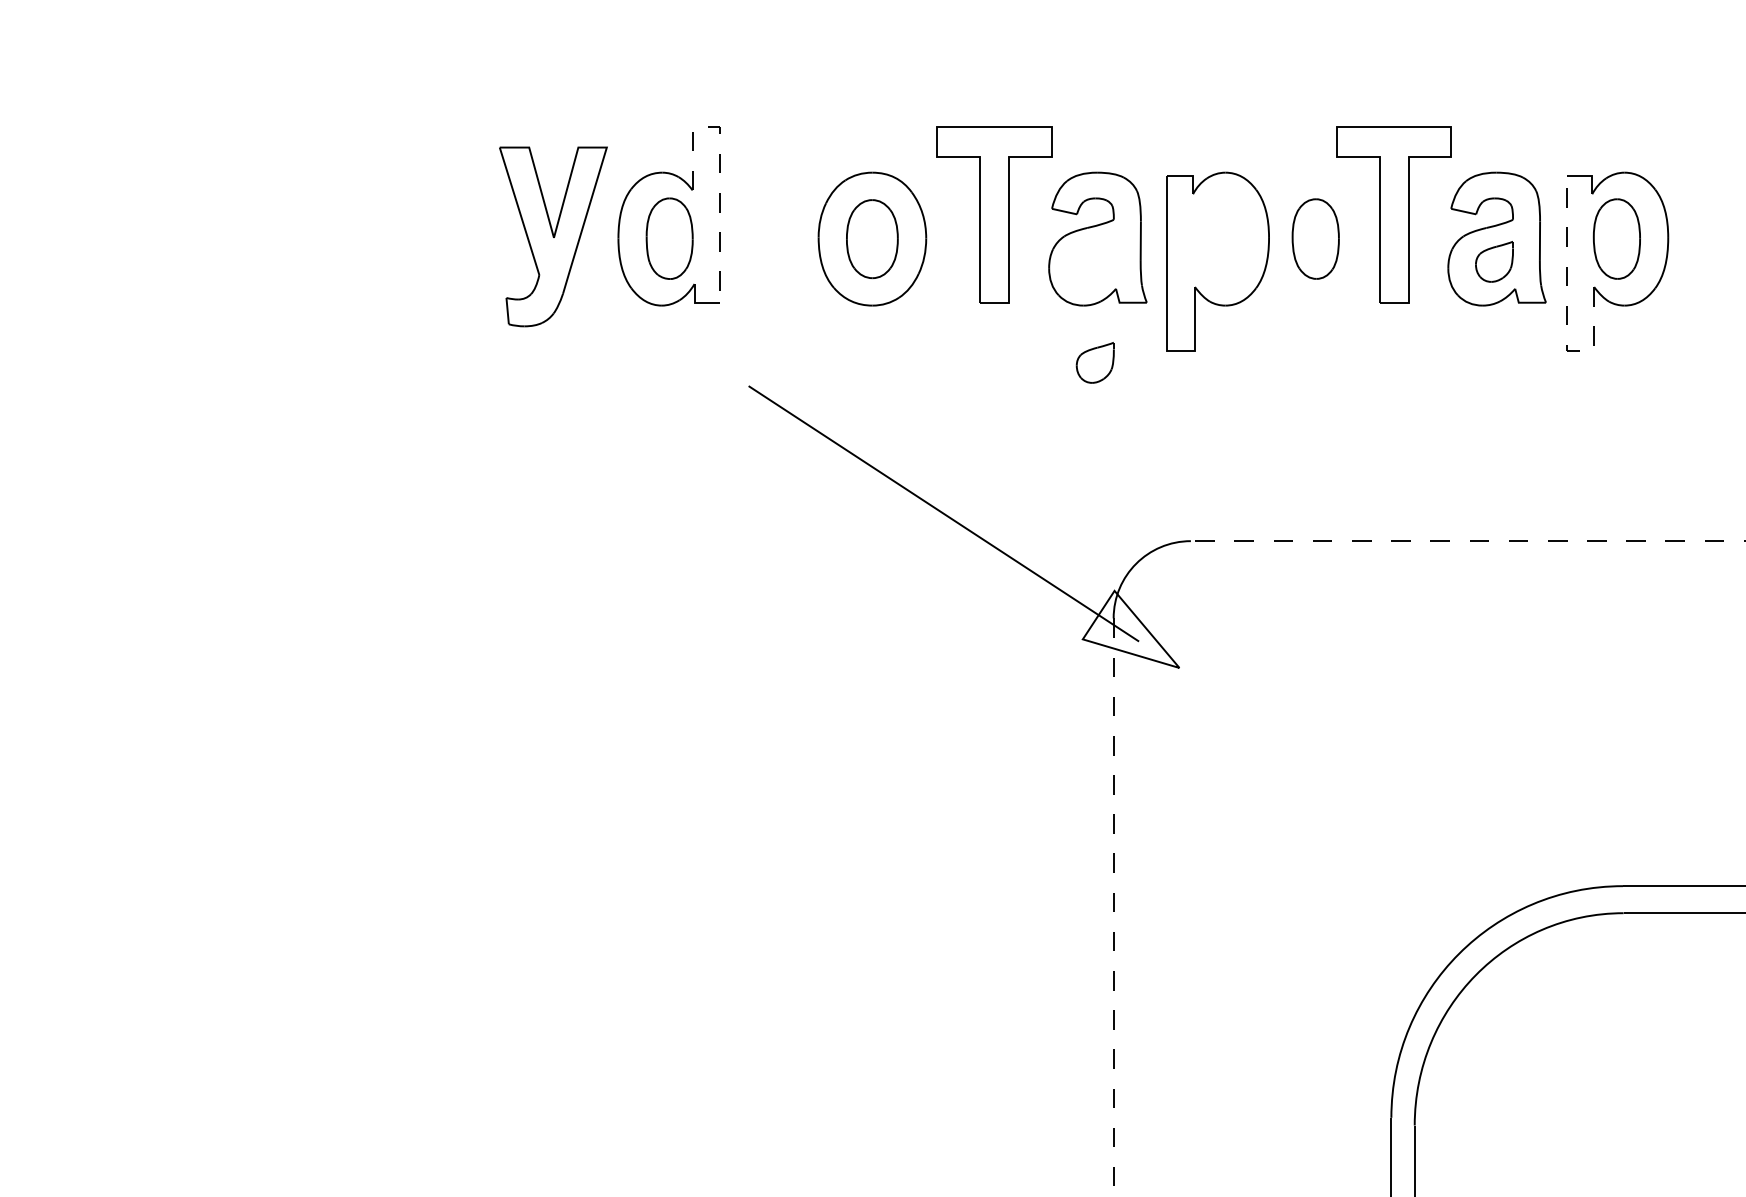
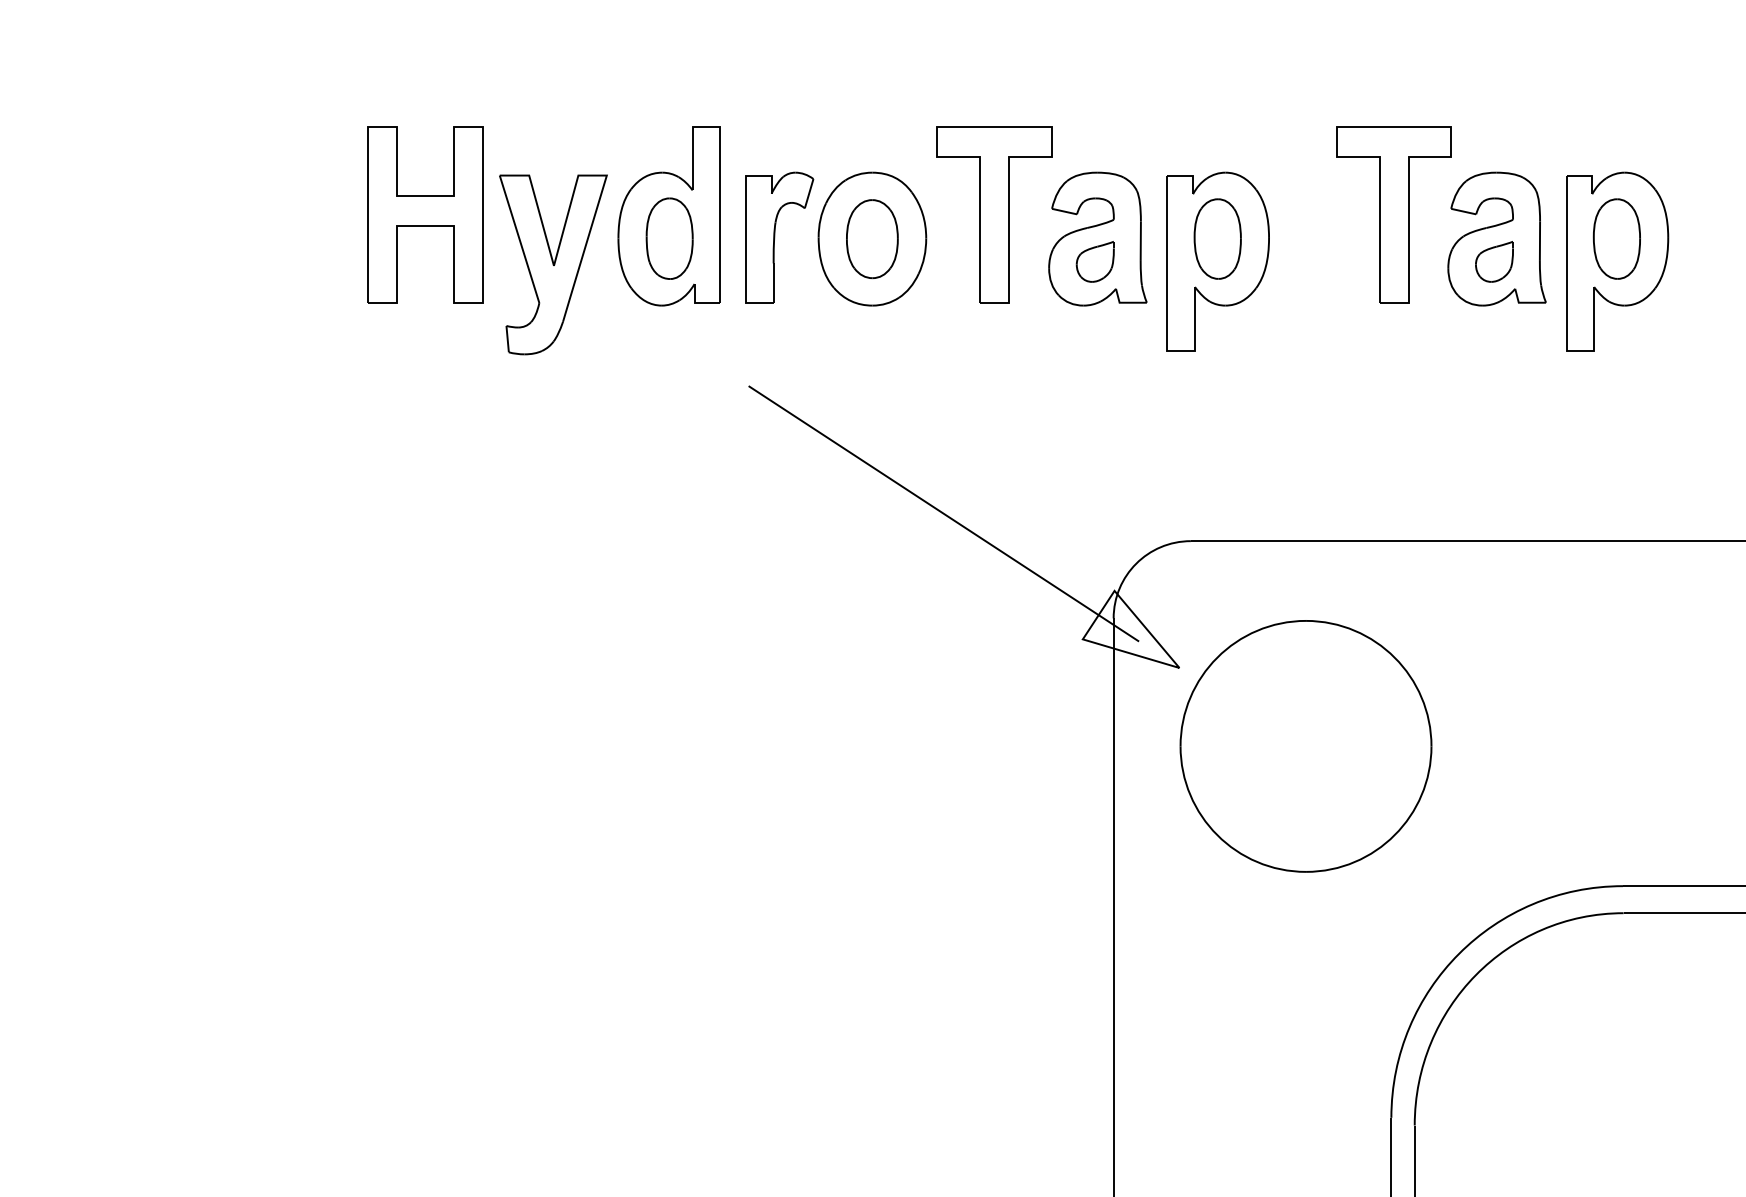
line at (720, 168): dashed -> solid
part at (425, 214): none -> present
part at (553, 236) position: (553, 236) -> (553, 264)
part at (779, 237): none -> present
part at (1315, 238) position: (1315, 238) -> (1217, 238)
line at (1566, 310): dashed -> solid
part at (1094, 362) position: (1094, 362) -> (1094, 261)
line at (1467, 541): dashed -> solid
part at (1305, 746): none -> present
line at (1113, 907): dashed -> solid
